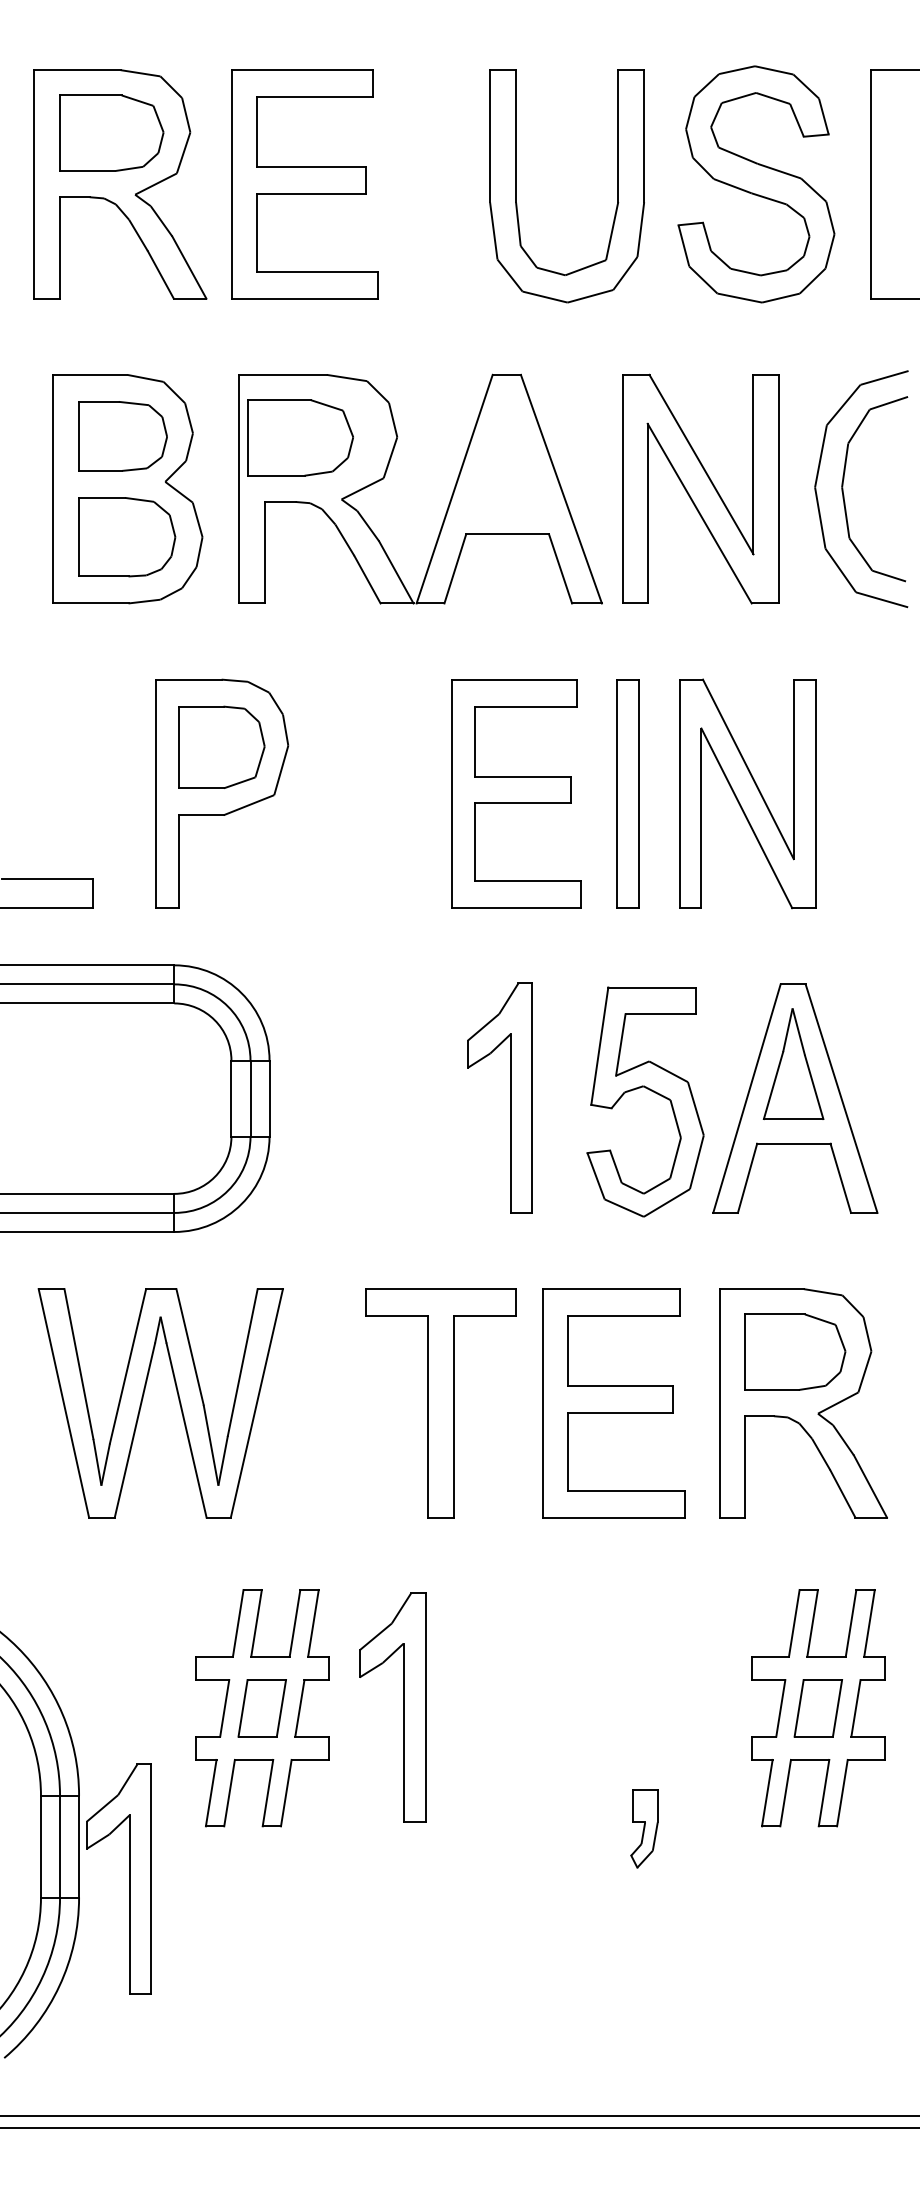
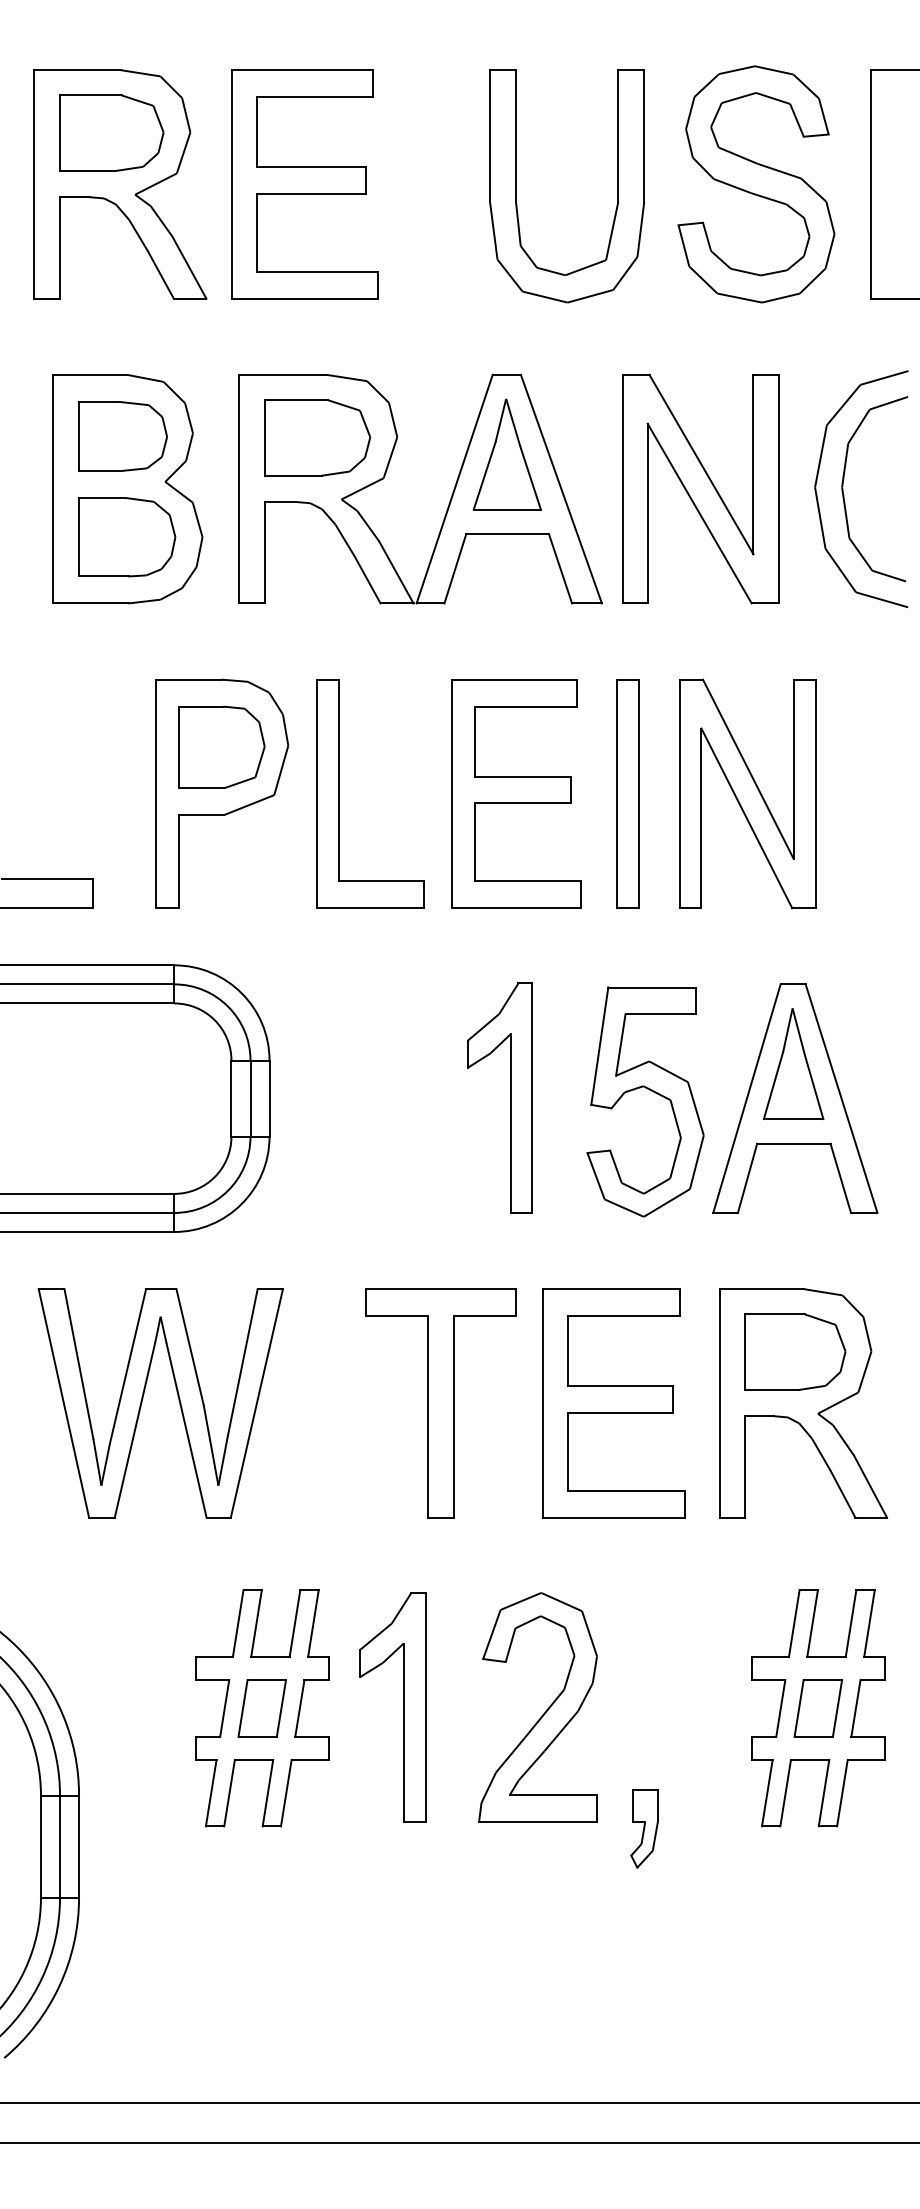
part at (300, 437) position: (300, 437) -> (317, 437)
part at (506, 454): none -> present
part at (339, 793): none -> present
part at (543, 1713): none -> present
part at (129, 1878): present -> none
line at (459, 2116) position: (459, 2116) -> (459, 2103)
line at (459, 2127) position: (459, 2127) -> (459, 2142)
